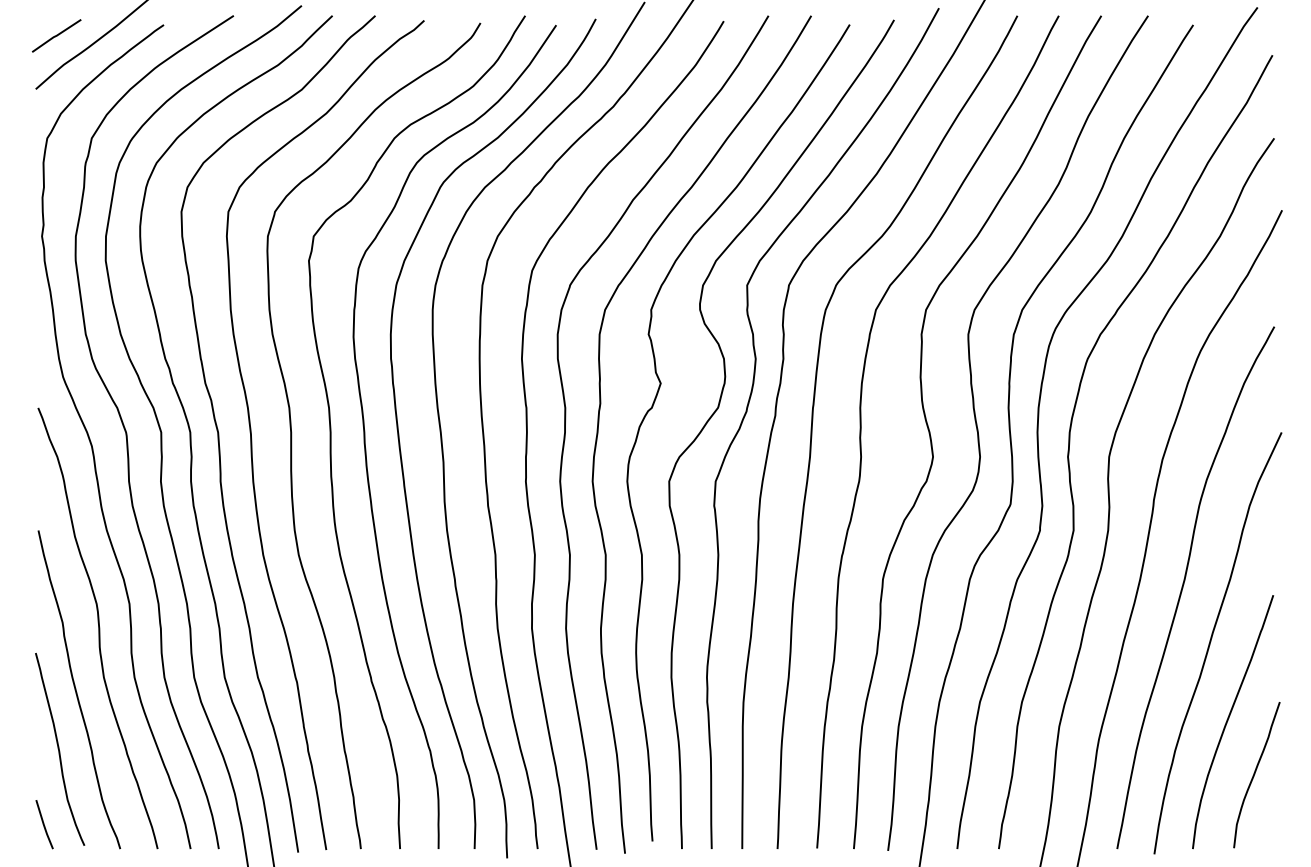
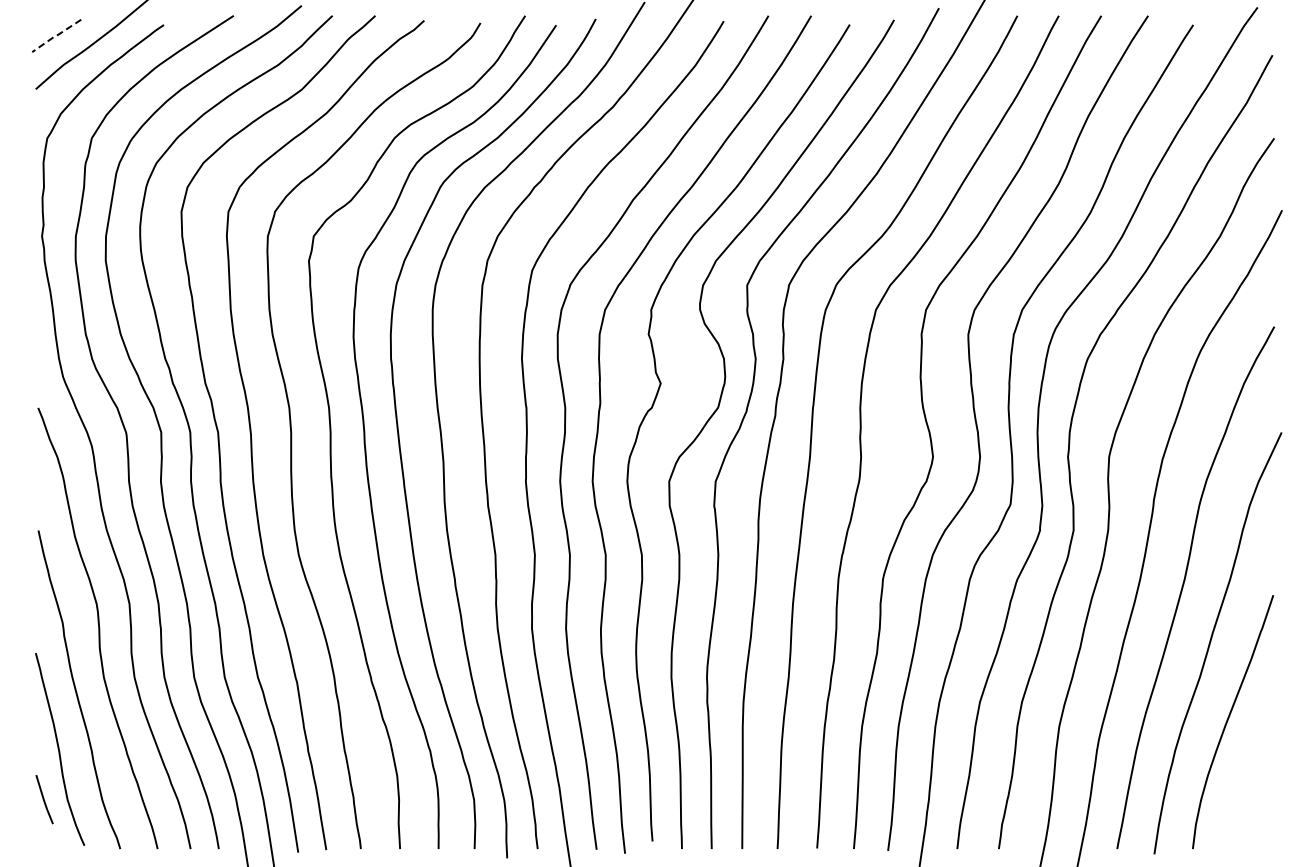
line at (55, 36): solid -> dashed
curve at (1255, 774): present -> none
line at (44, 824) position: (44, 824) -> (44, 799)
